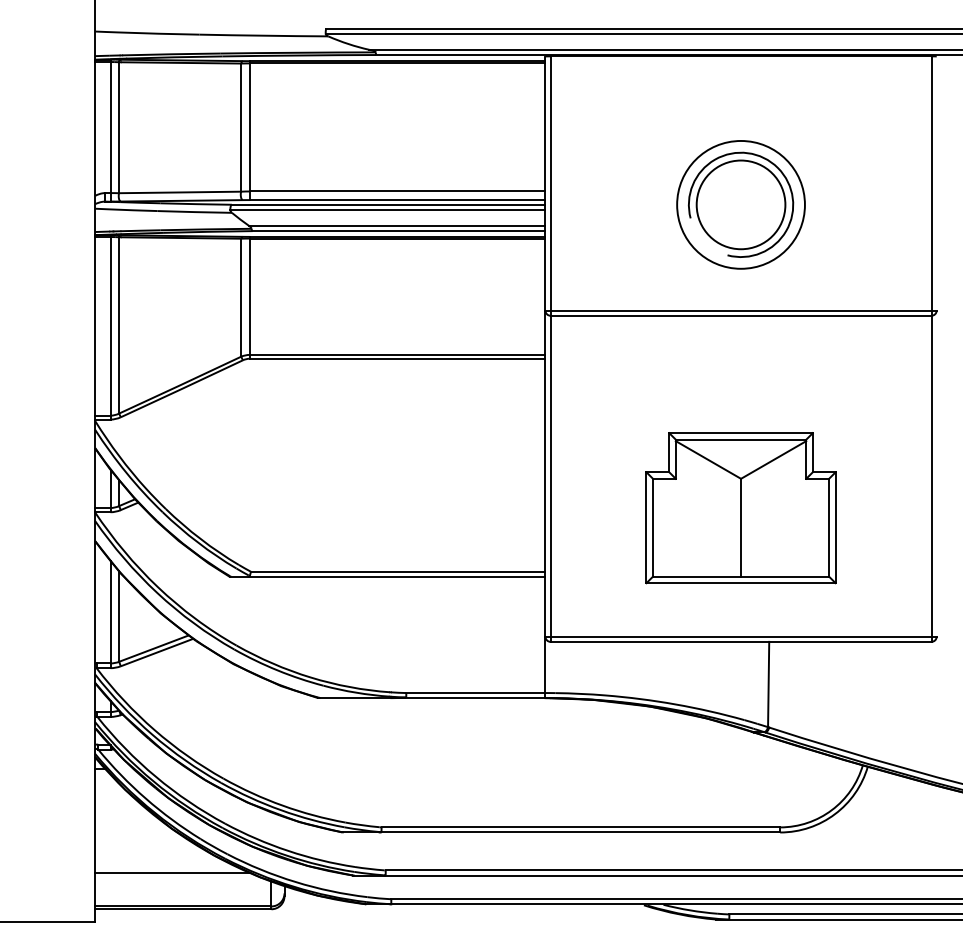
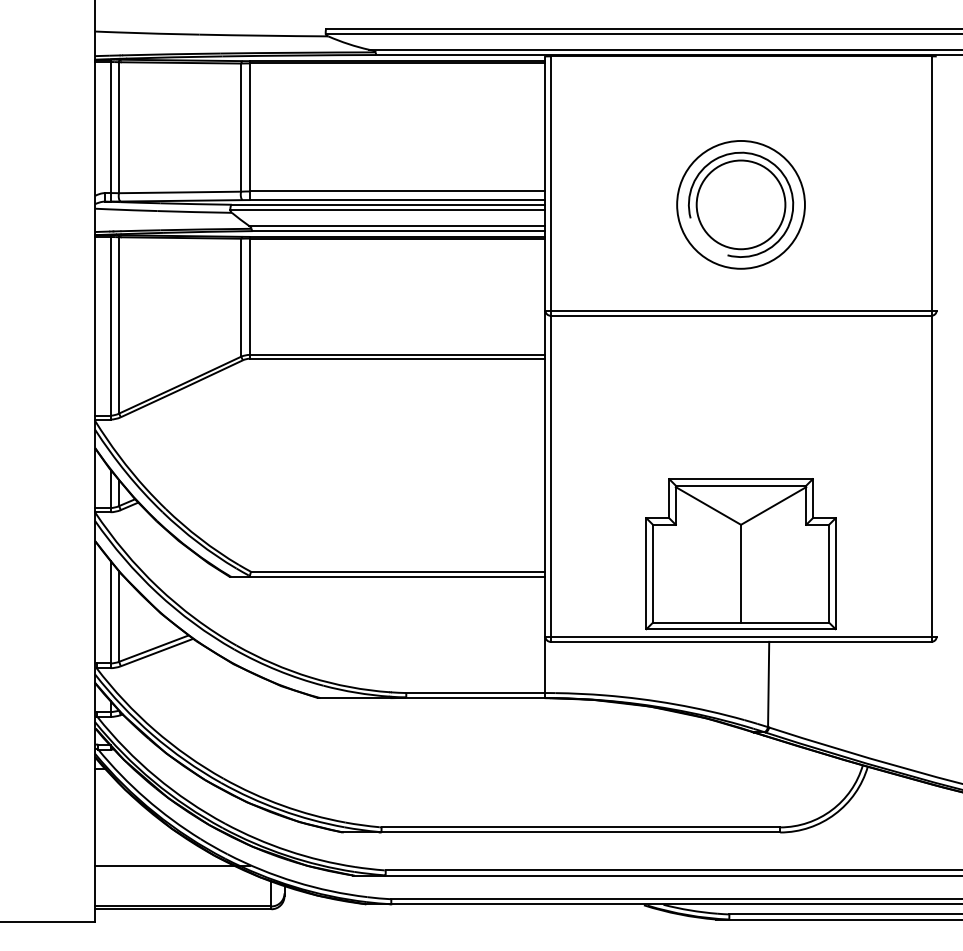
part at (740, 508) position: (740, 508) -> (740, 554)
line at (172, 872) position: (172, 872) -> (172, 865)
